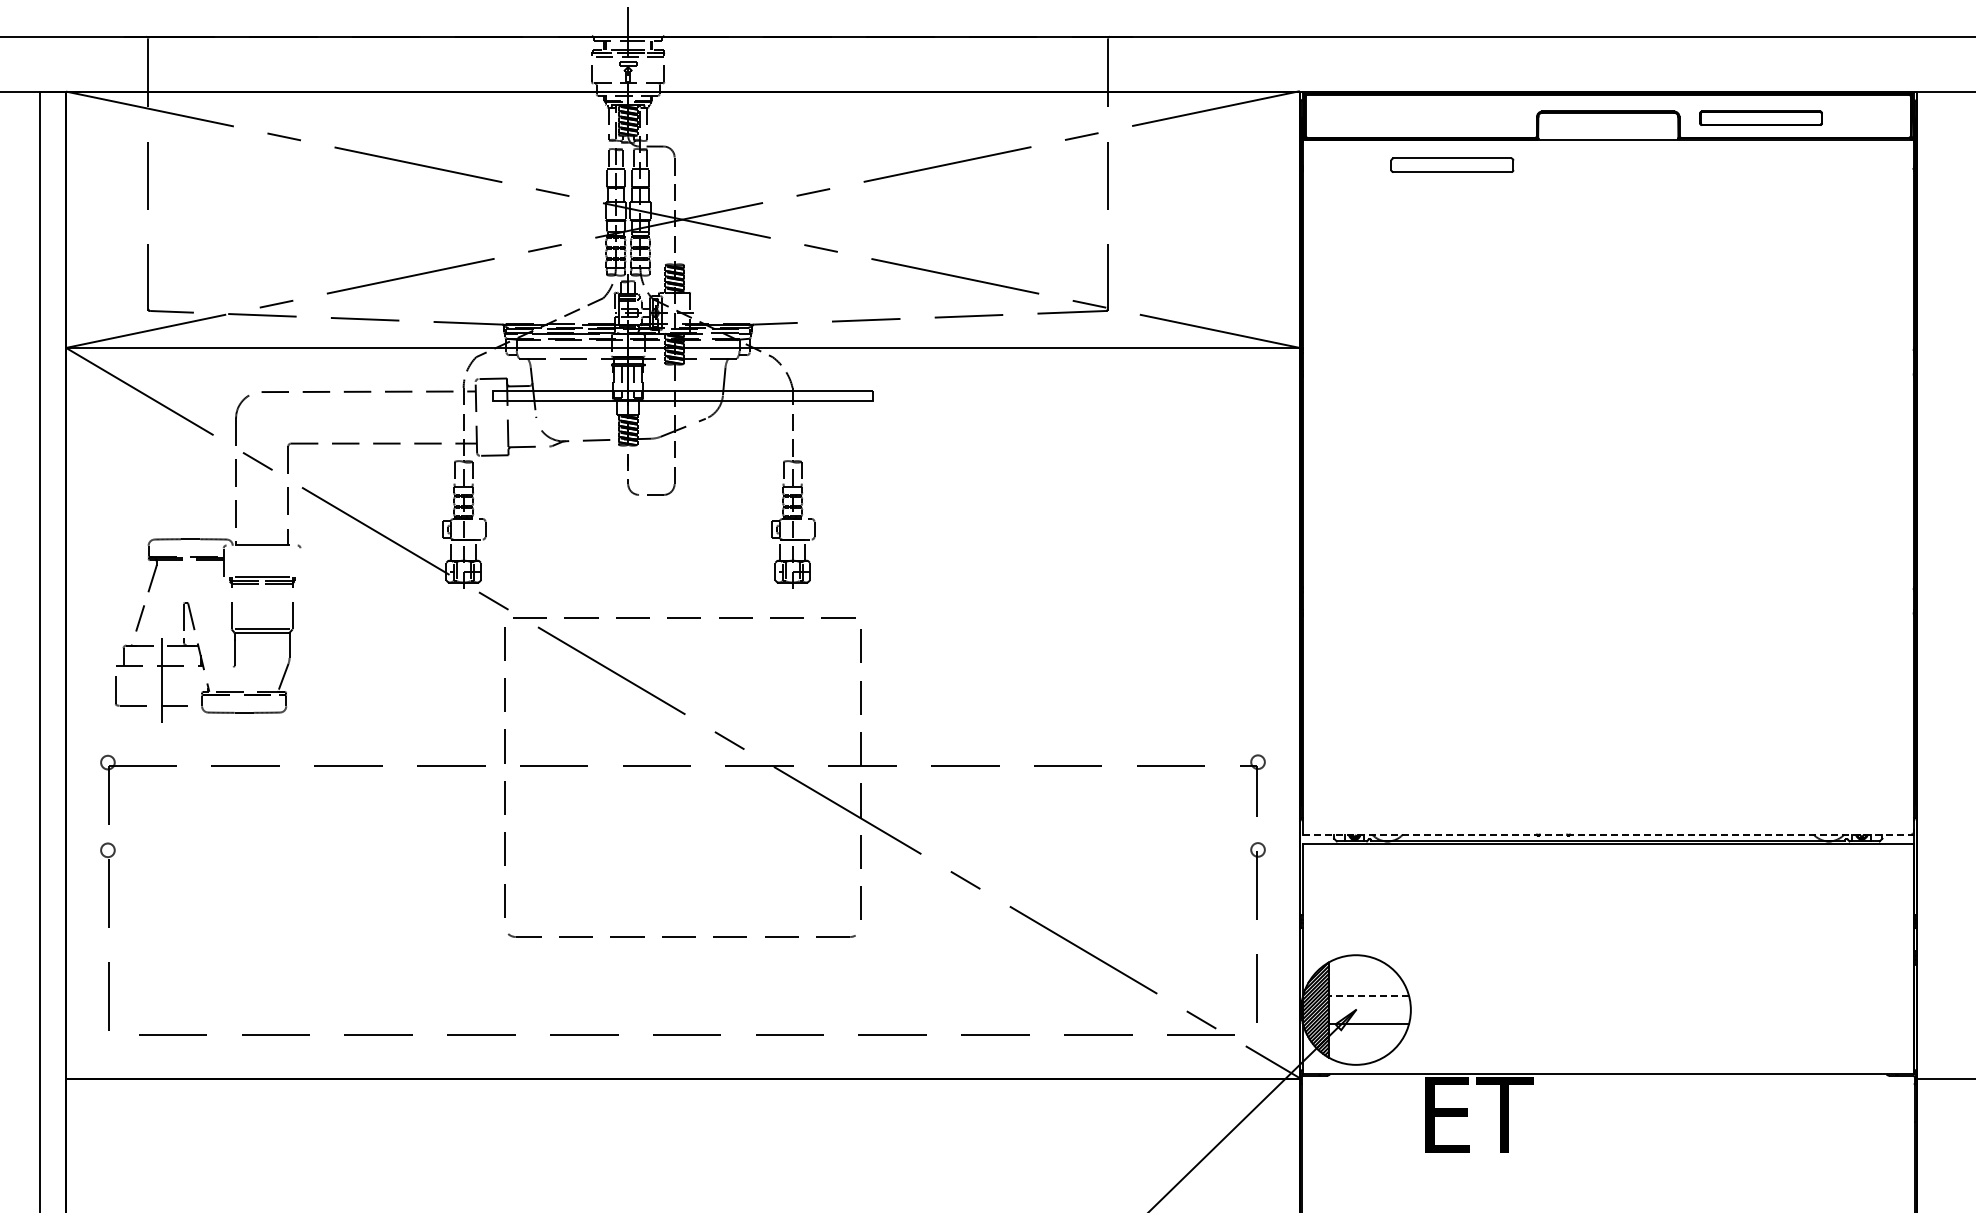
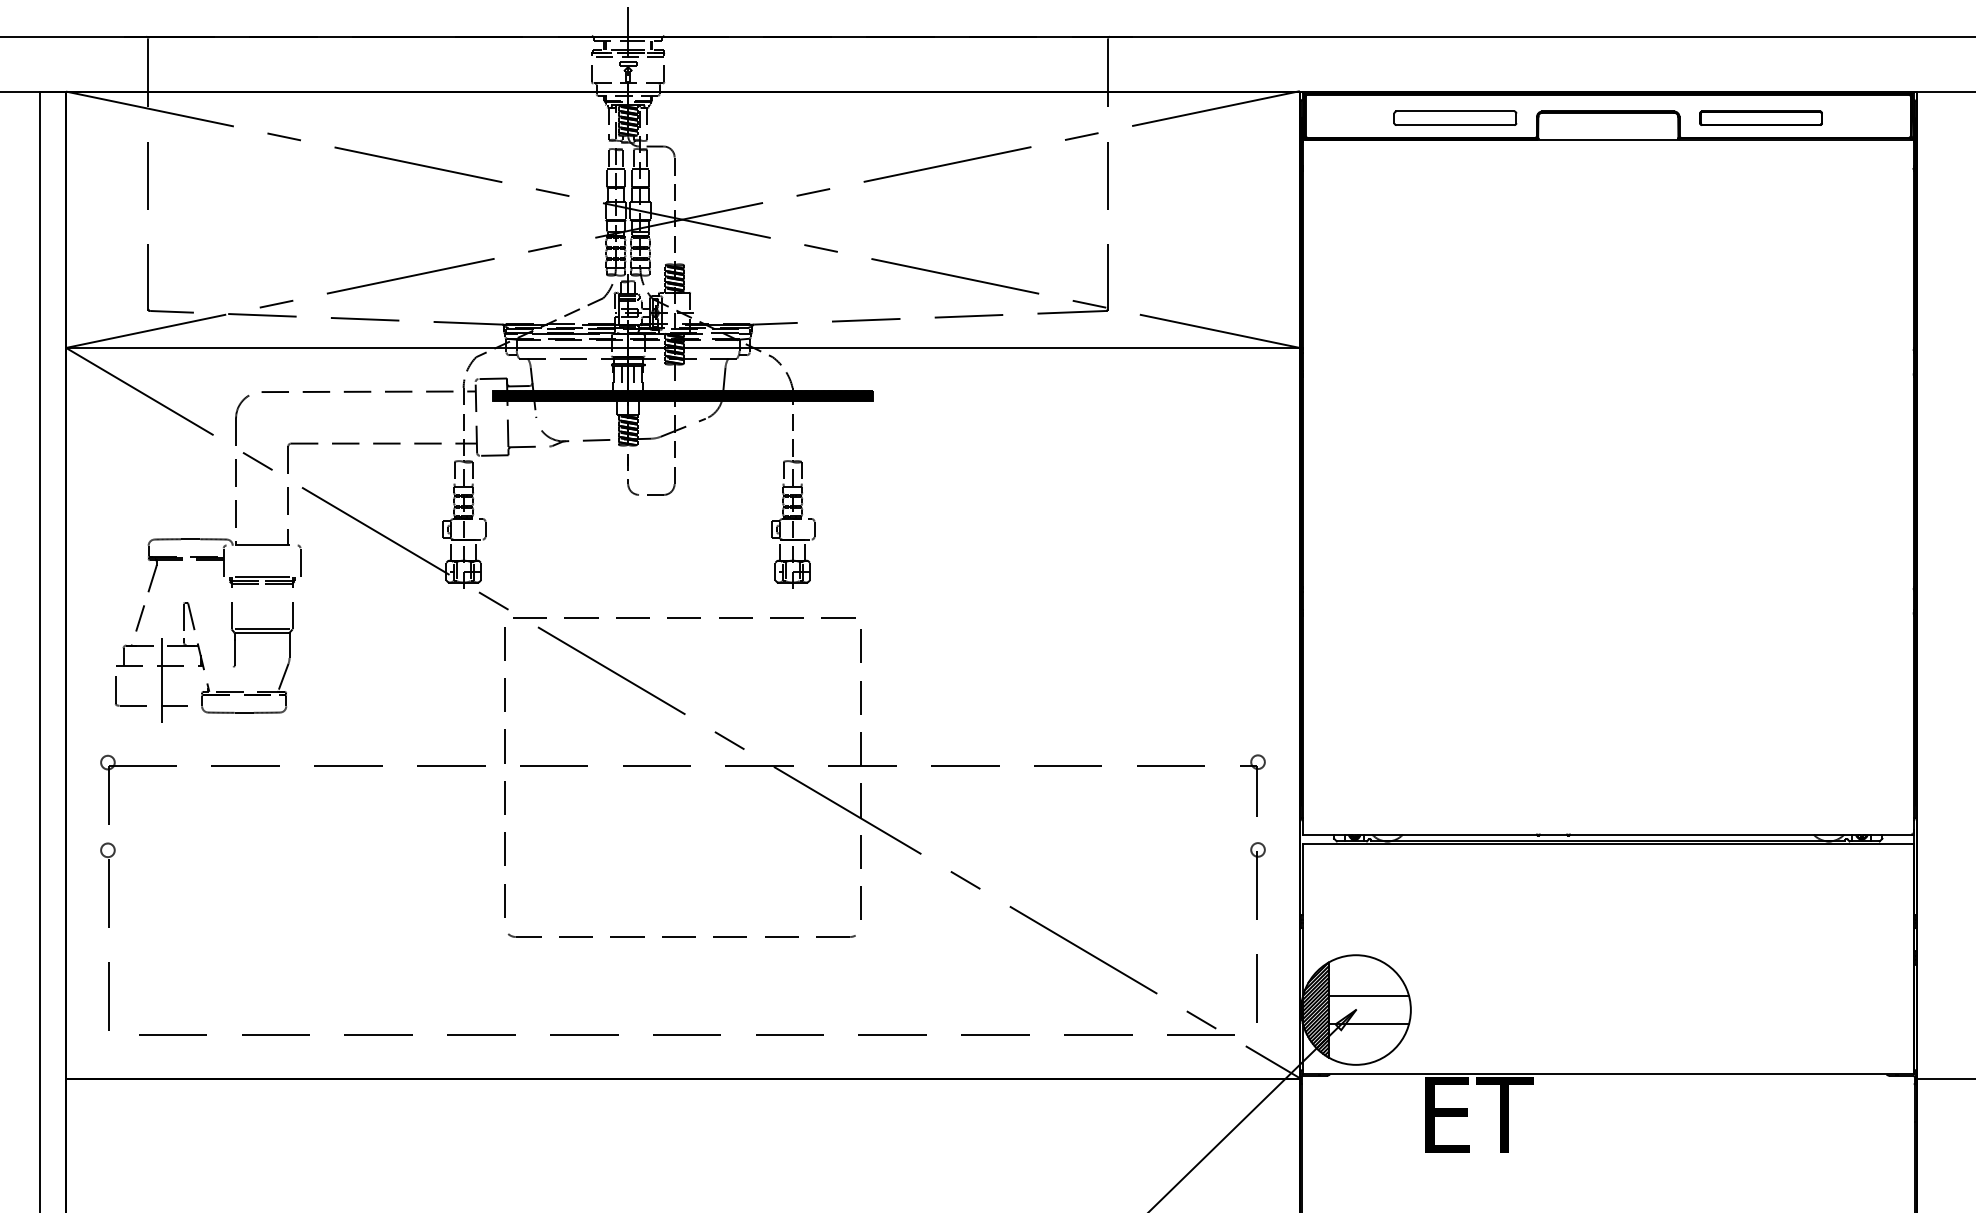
part at (1452, 164) position: (1452, 164) -> (1455, 117)
hatch at (682, 395): none -> present
line at (300, 562): none -> present
line at (1608, 834): dashed -> solid
line at (1368, 996): dashed -> solid
